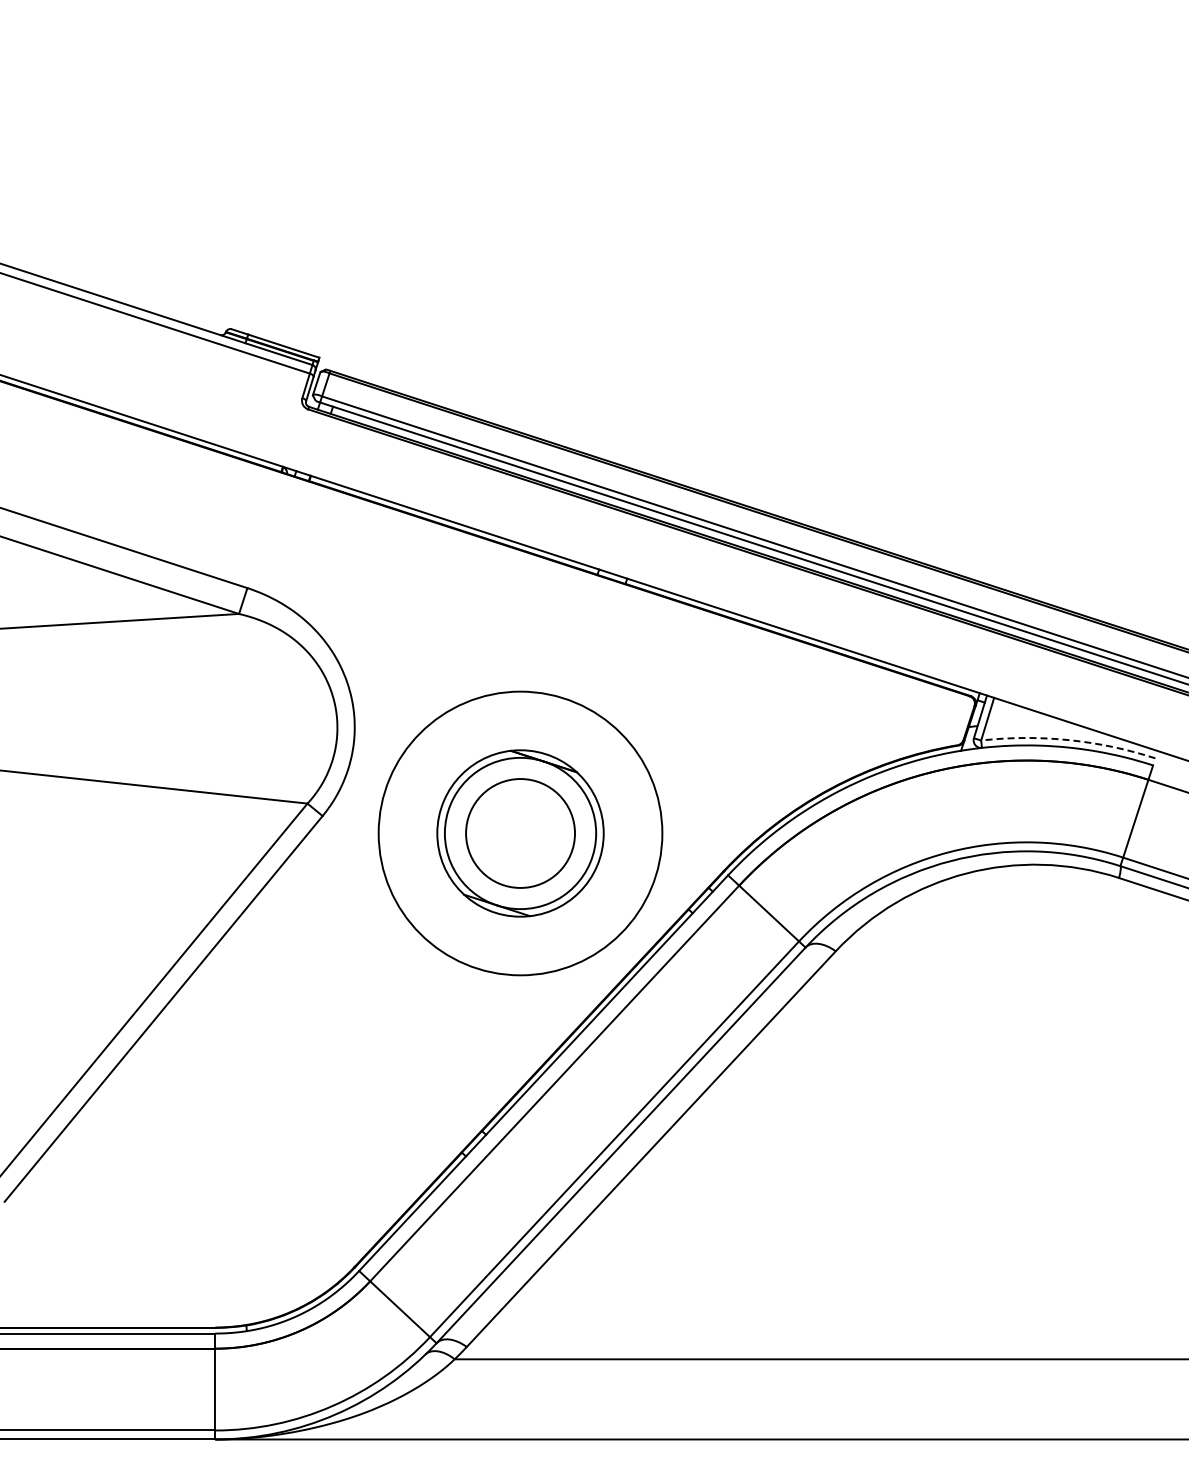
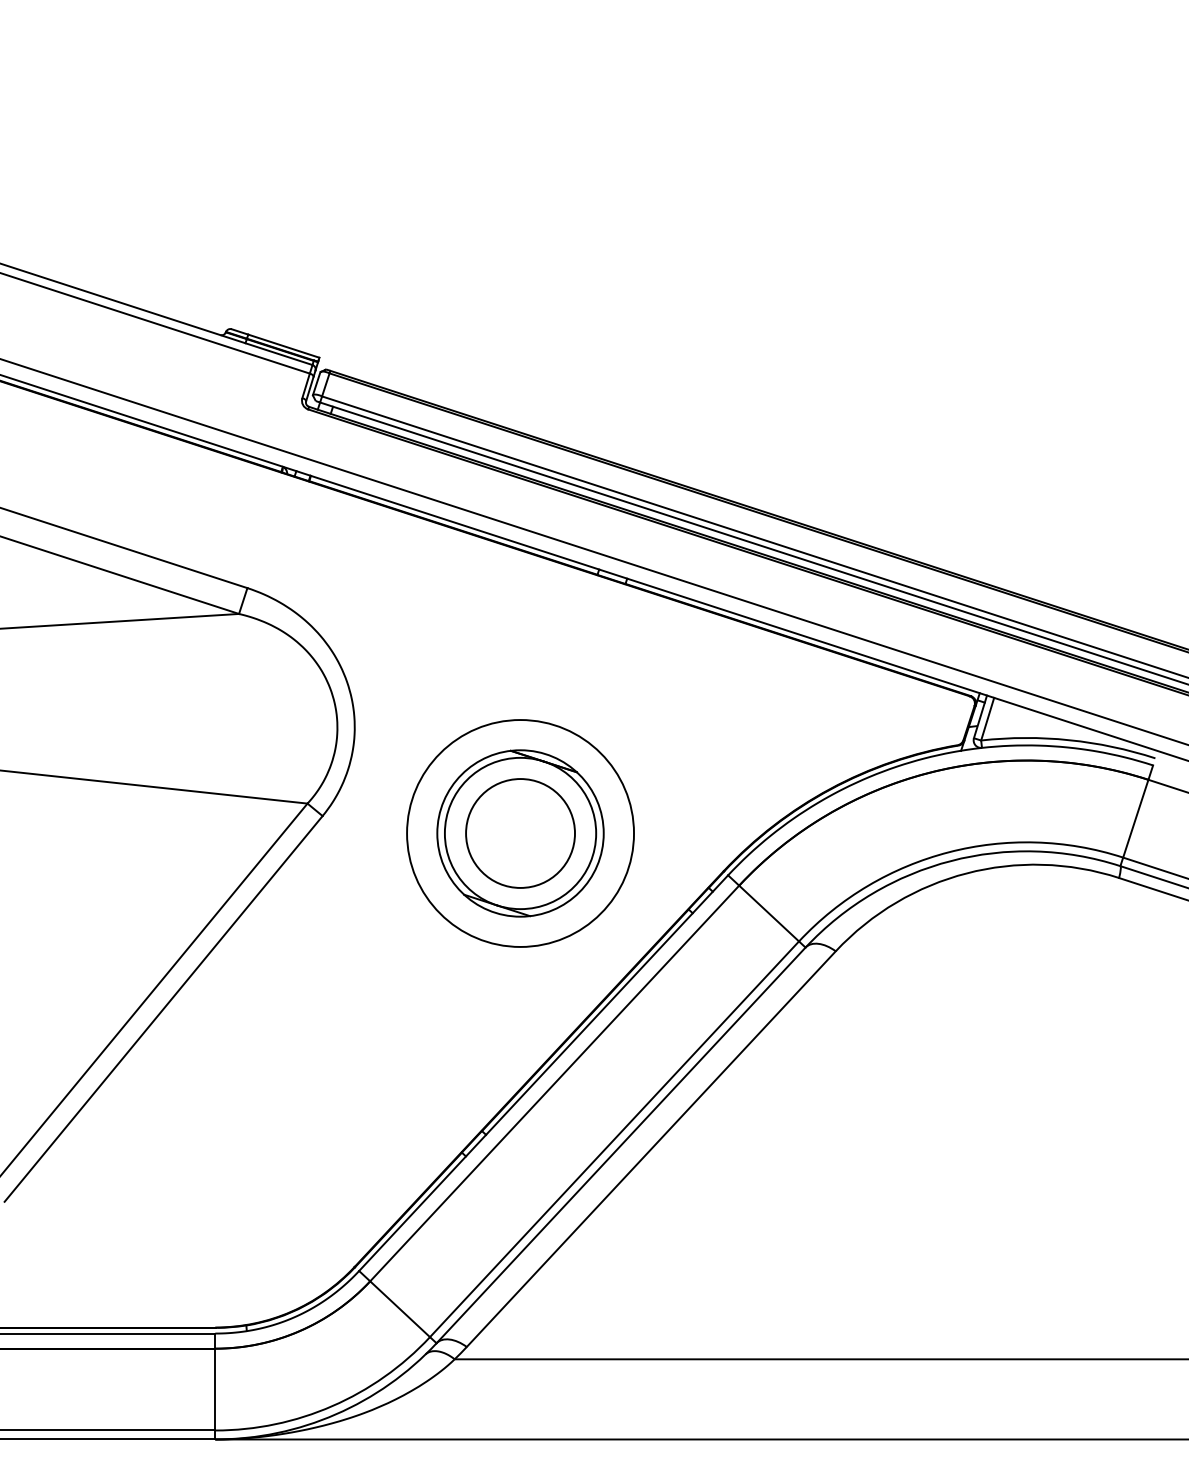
line at (593, 551): none -> present
arc at (1069, 740): dashed -> solid
circle at (520, 833) diameter: 284 px -> 227 px
